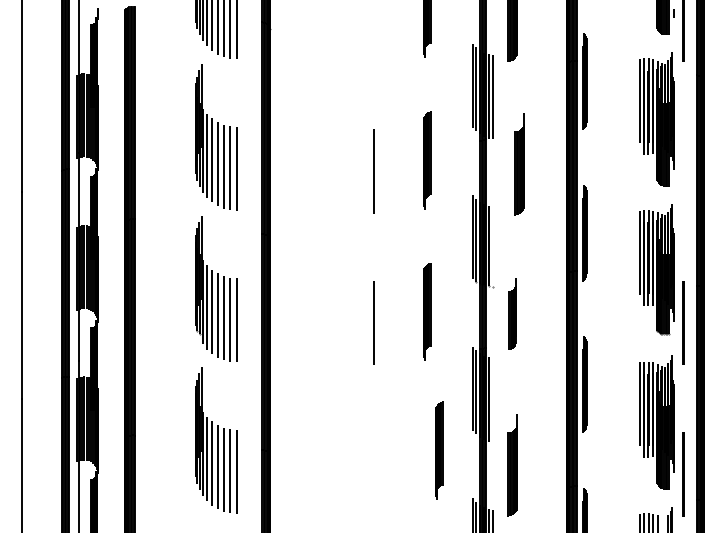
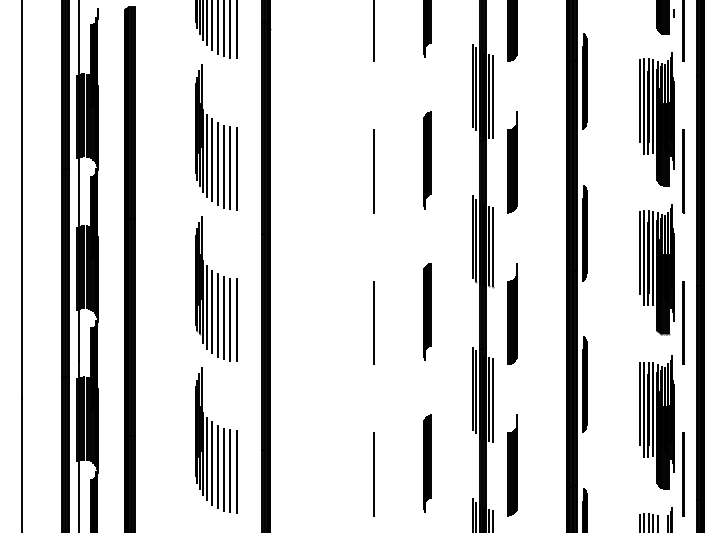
line at (374, 32): none -> present
part at (519, 164) position: (519, 164) -> (512, 162)
line at (683, 171): none -> present
line at (493, 246): none -> present
part at (512, 313) size: 9x72 px -> 11x102 px
line at (493, 400): none -> present
part at (439, 450) position: (439, 450) -> (427, 463)
line at (374, 474): none -> present
